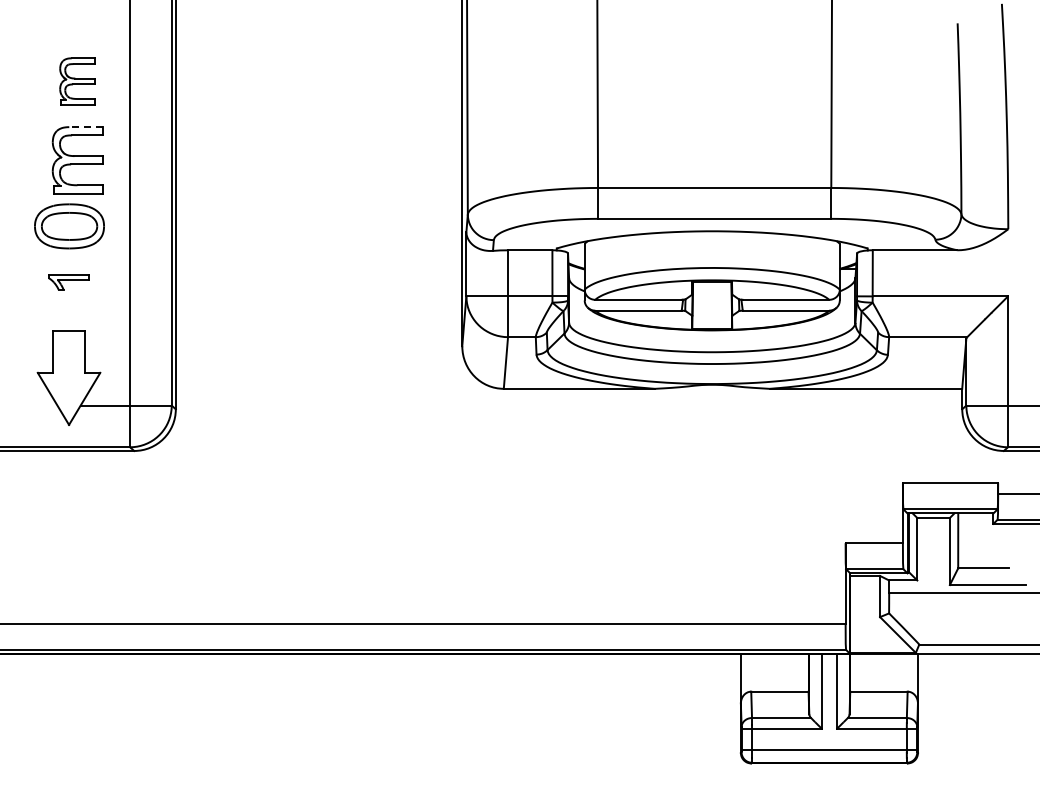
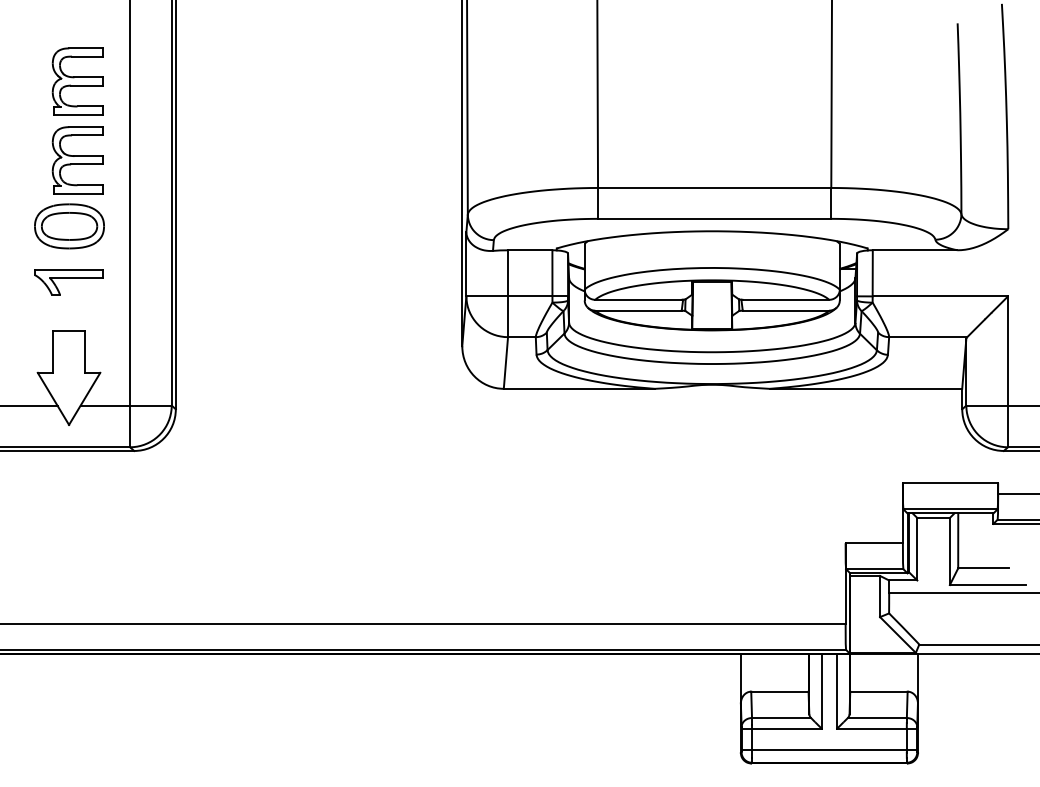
part at (77, 81) size: 37x49 px -> 53x69 px
line at (86, 127): dashed -> solid
part at (68, 282) size: 42x17 px -> 70x27 px
line at (29, 405): none -> present
